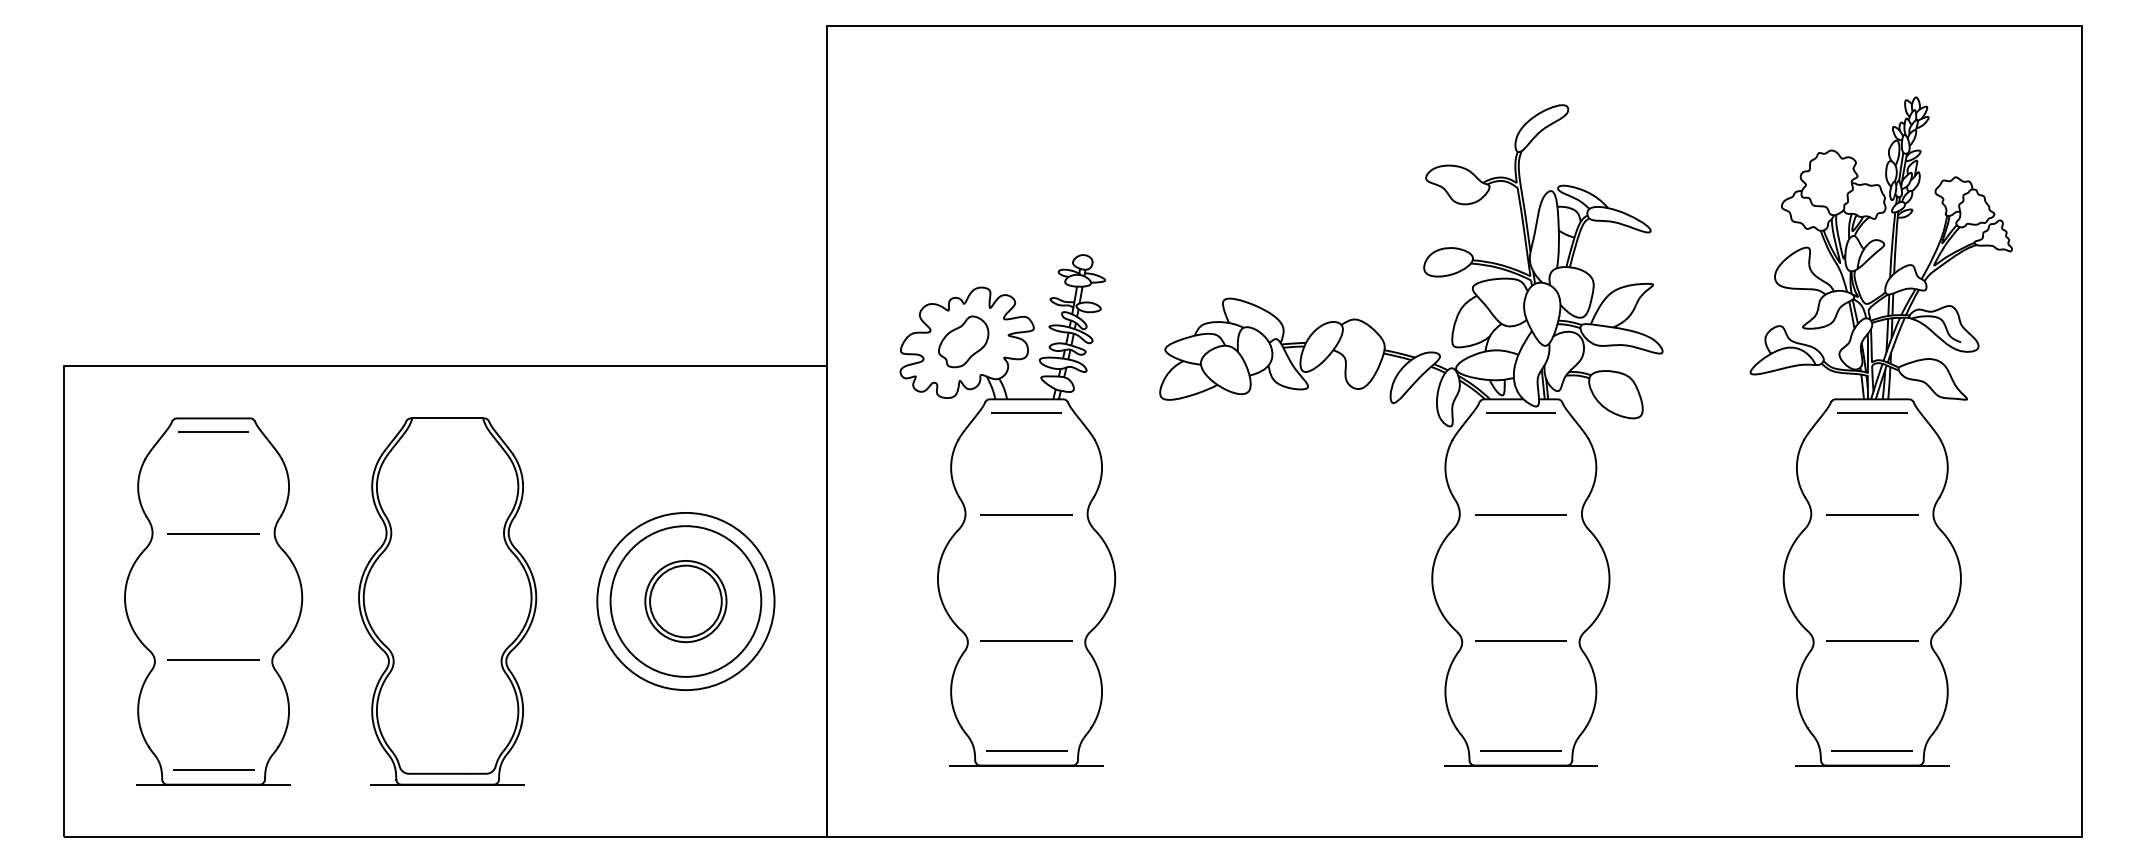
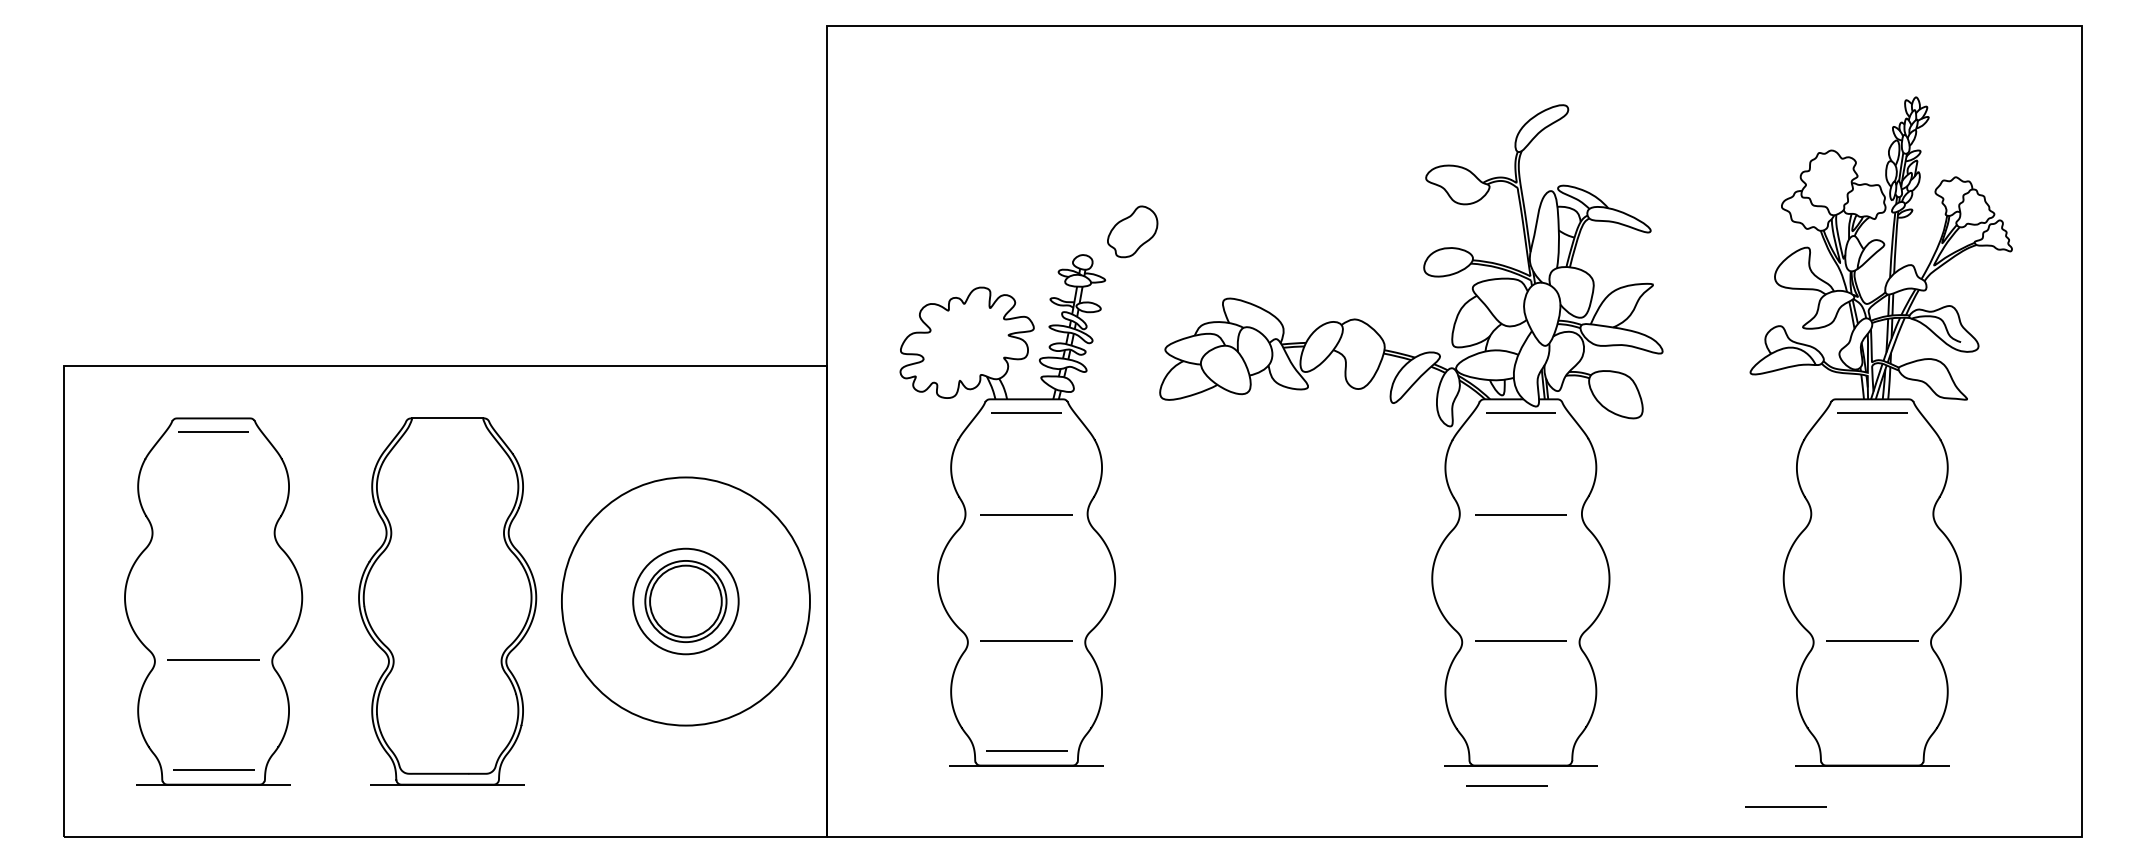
part at (963, 341) position: (963, 341) -> (1132, 231)
line at (1872, 514): present -> none
line at (213, 533): present -> none
circle at (685, 601) diameter: 151 px -> 106 px
circle at (685, 601) diameter: 177 px -> 248 px
line at (1520, 750) position: (1520, 750) -> (1506, 785)
line at (1871, 750) position: (1871, 750) -> (1785, 806)
